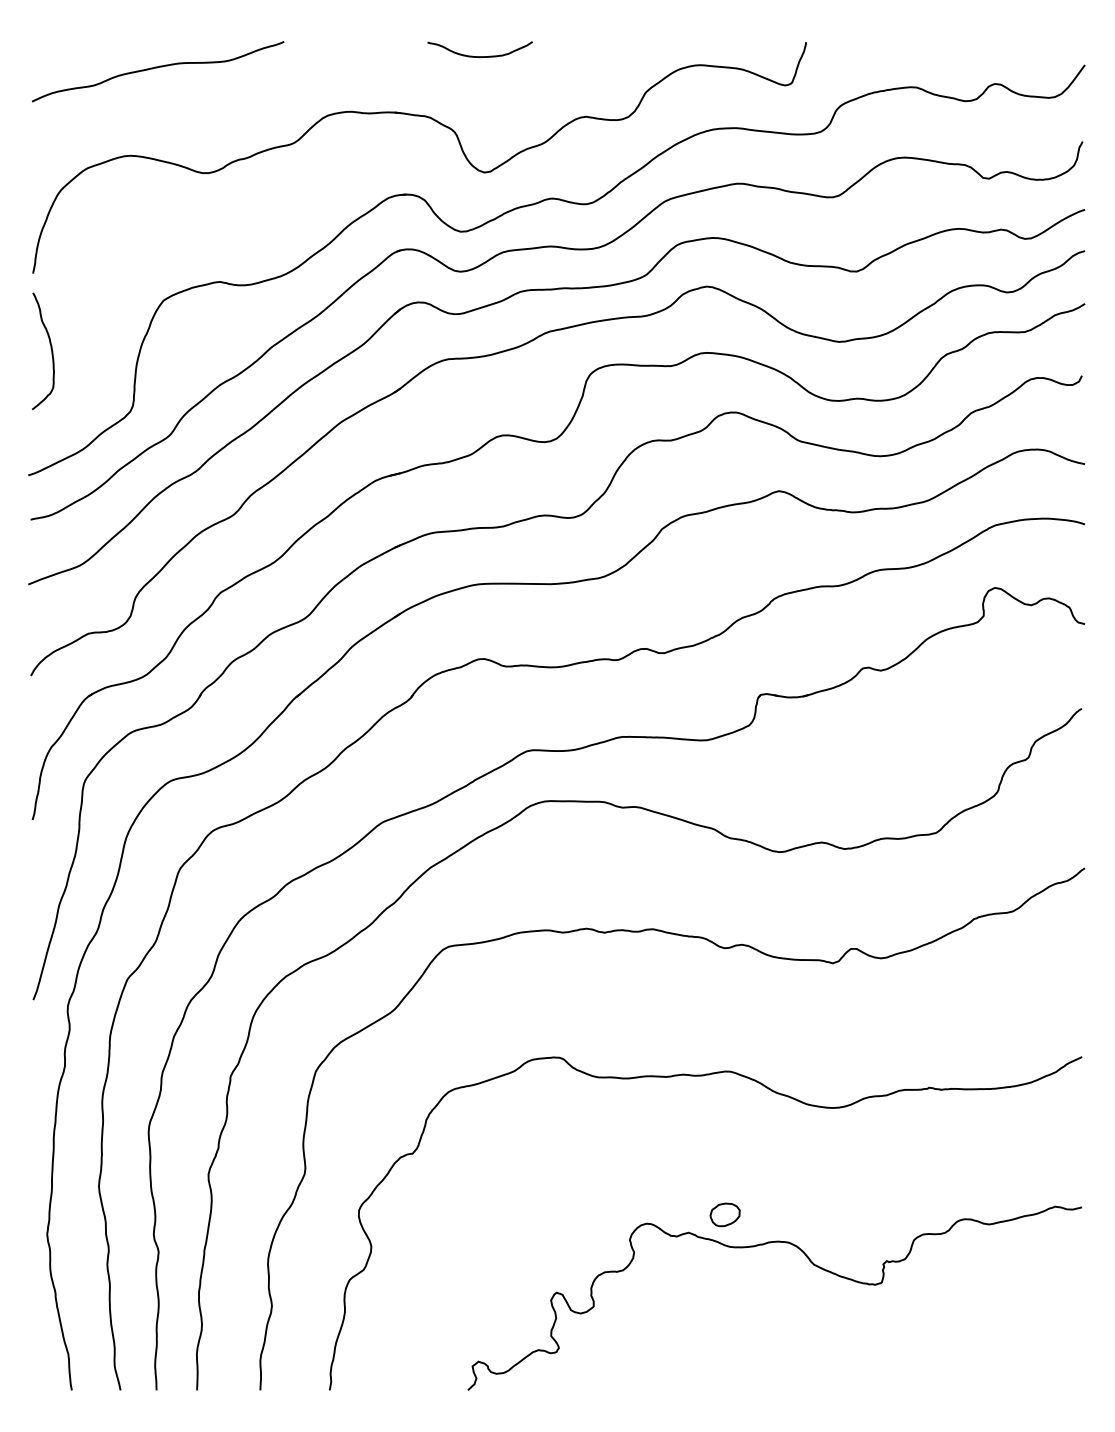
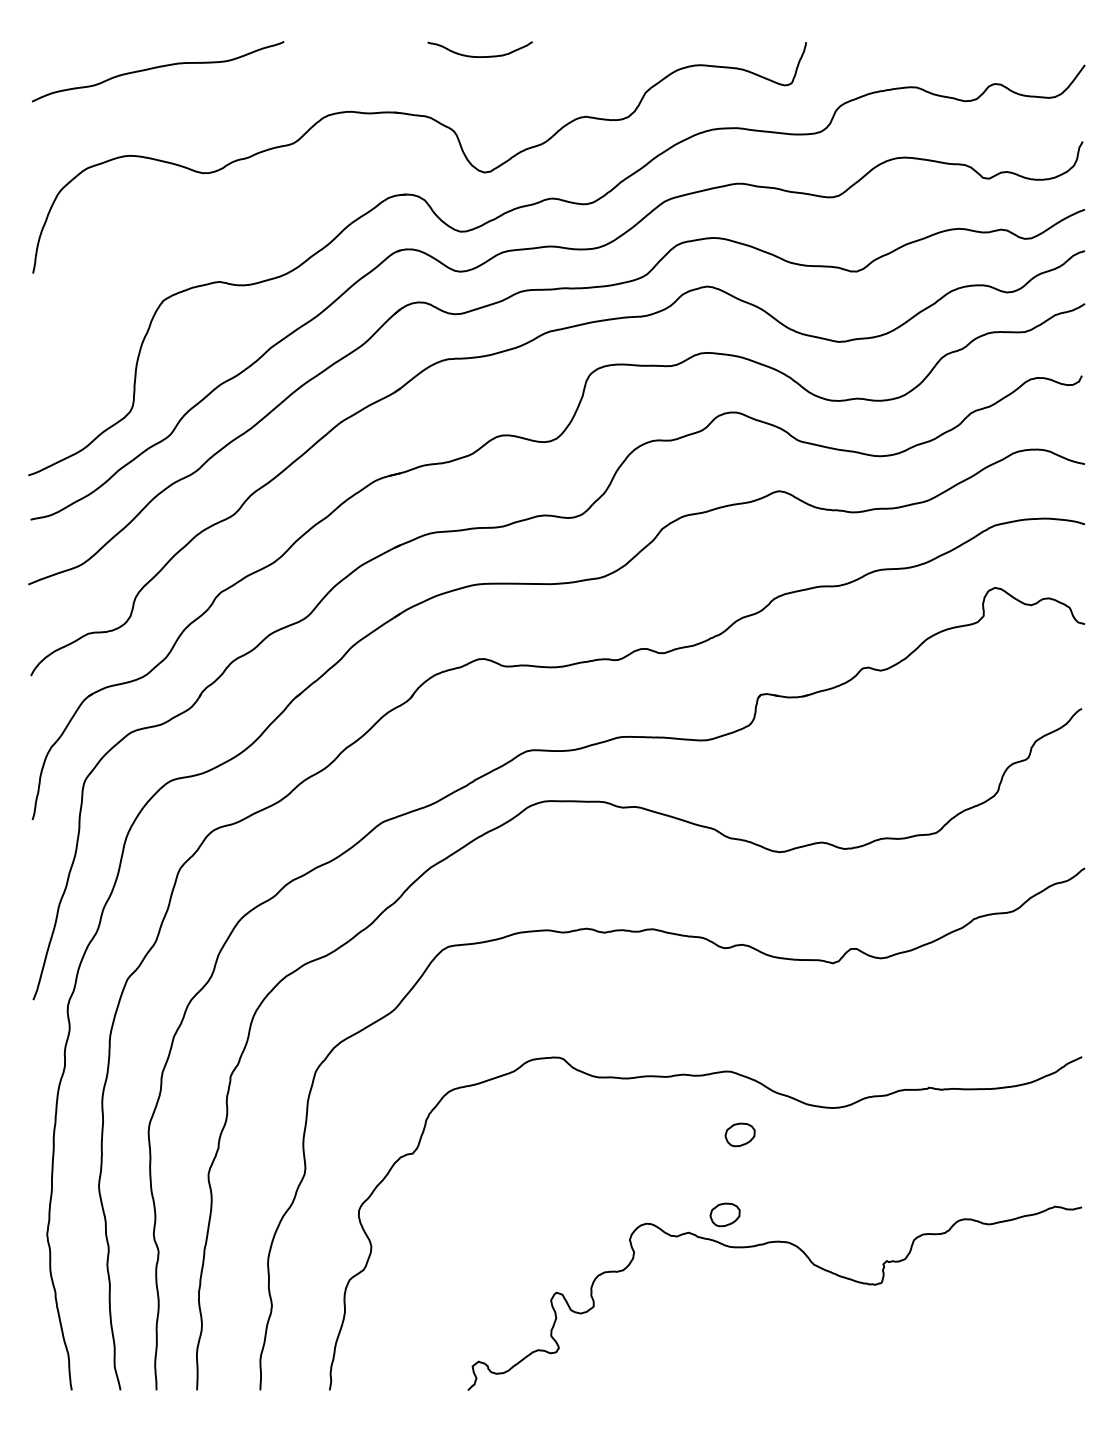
curve at (50, 348): present -> none
part at (739, 1134): none -> present
